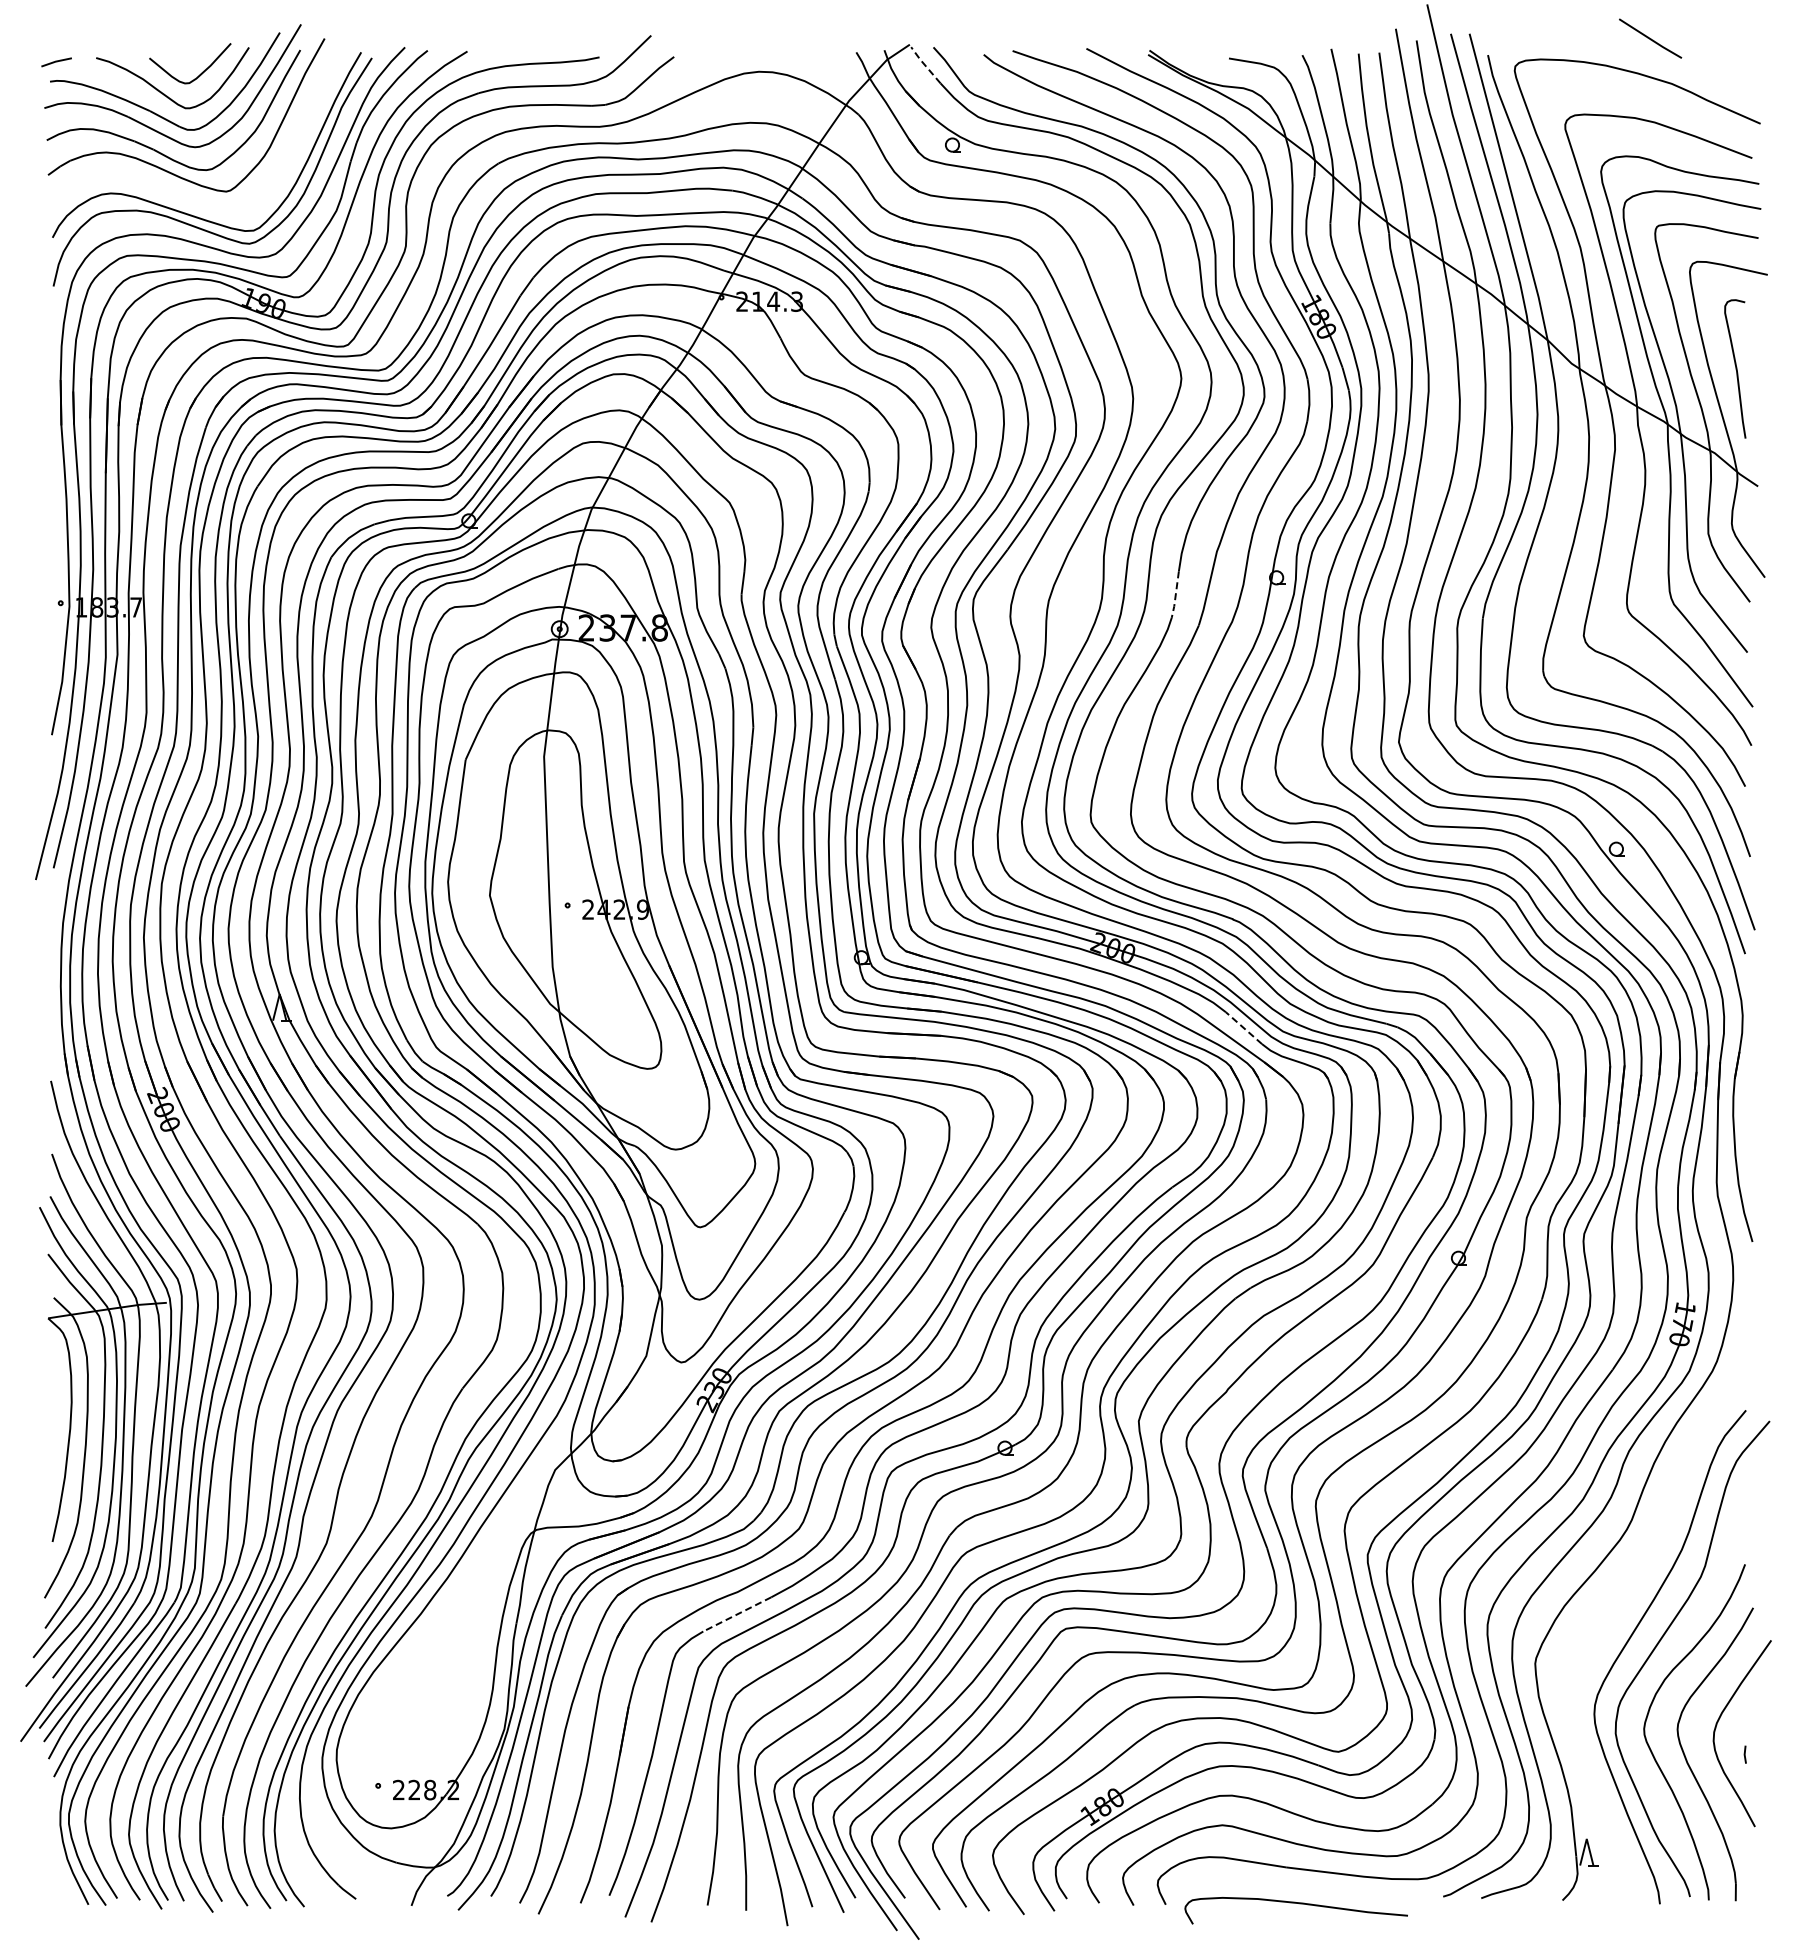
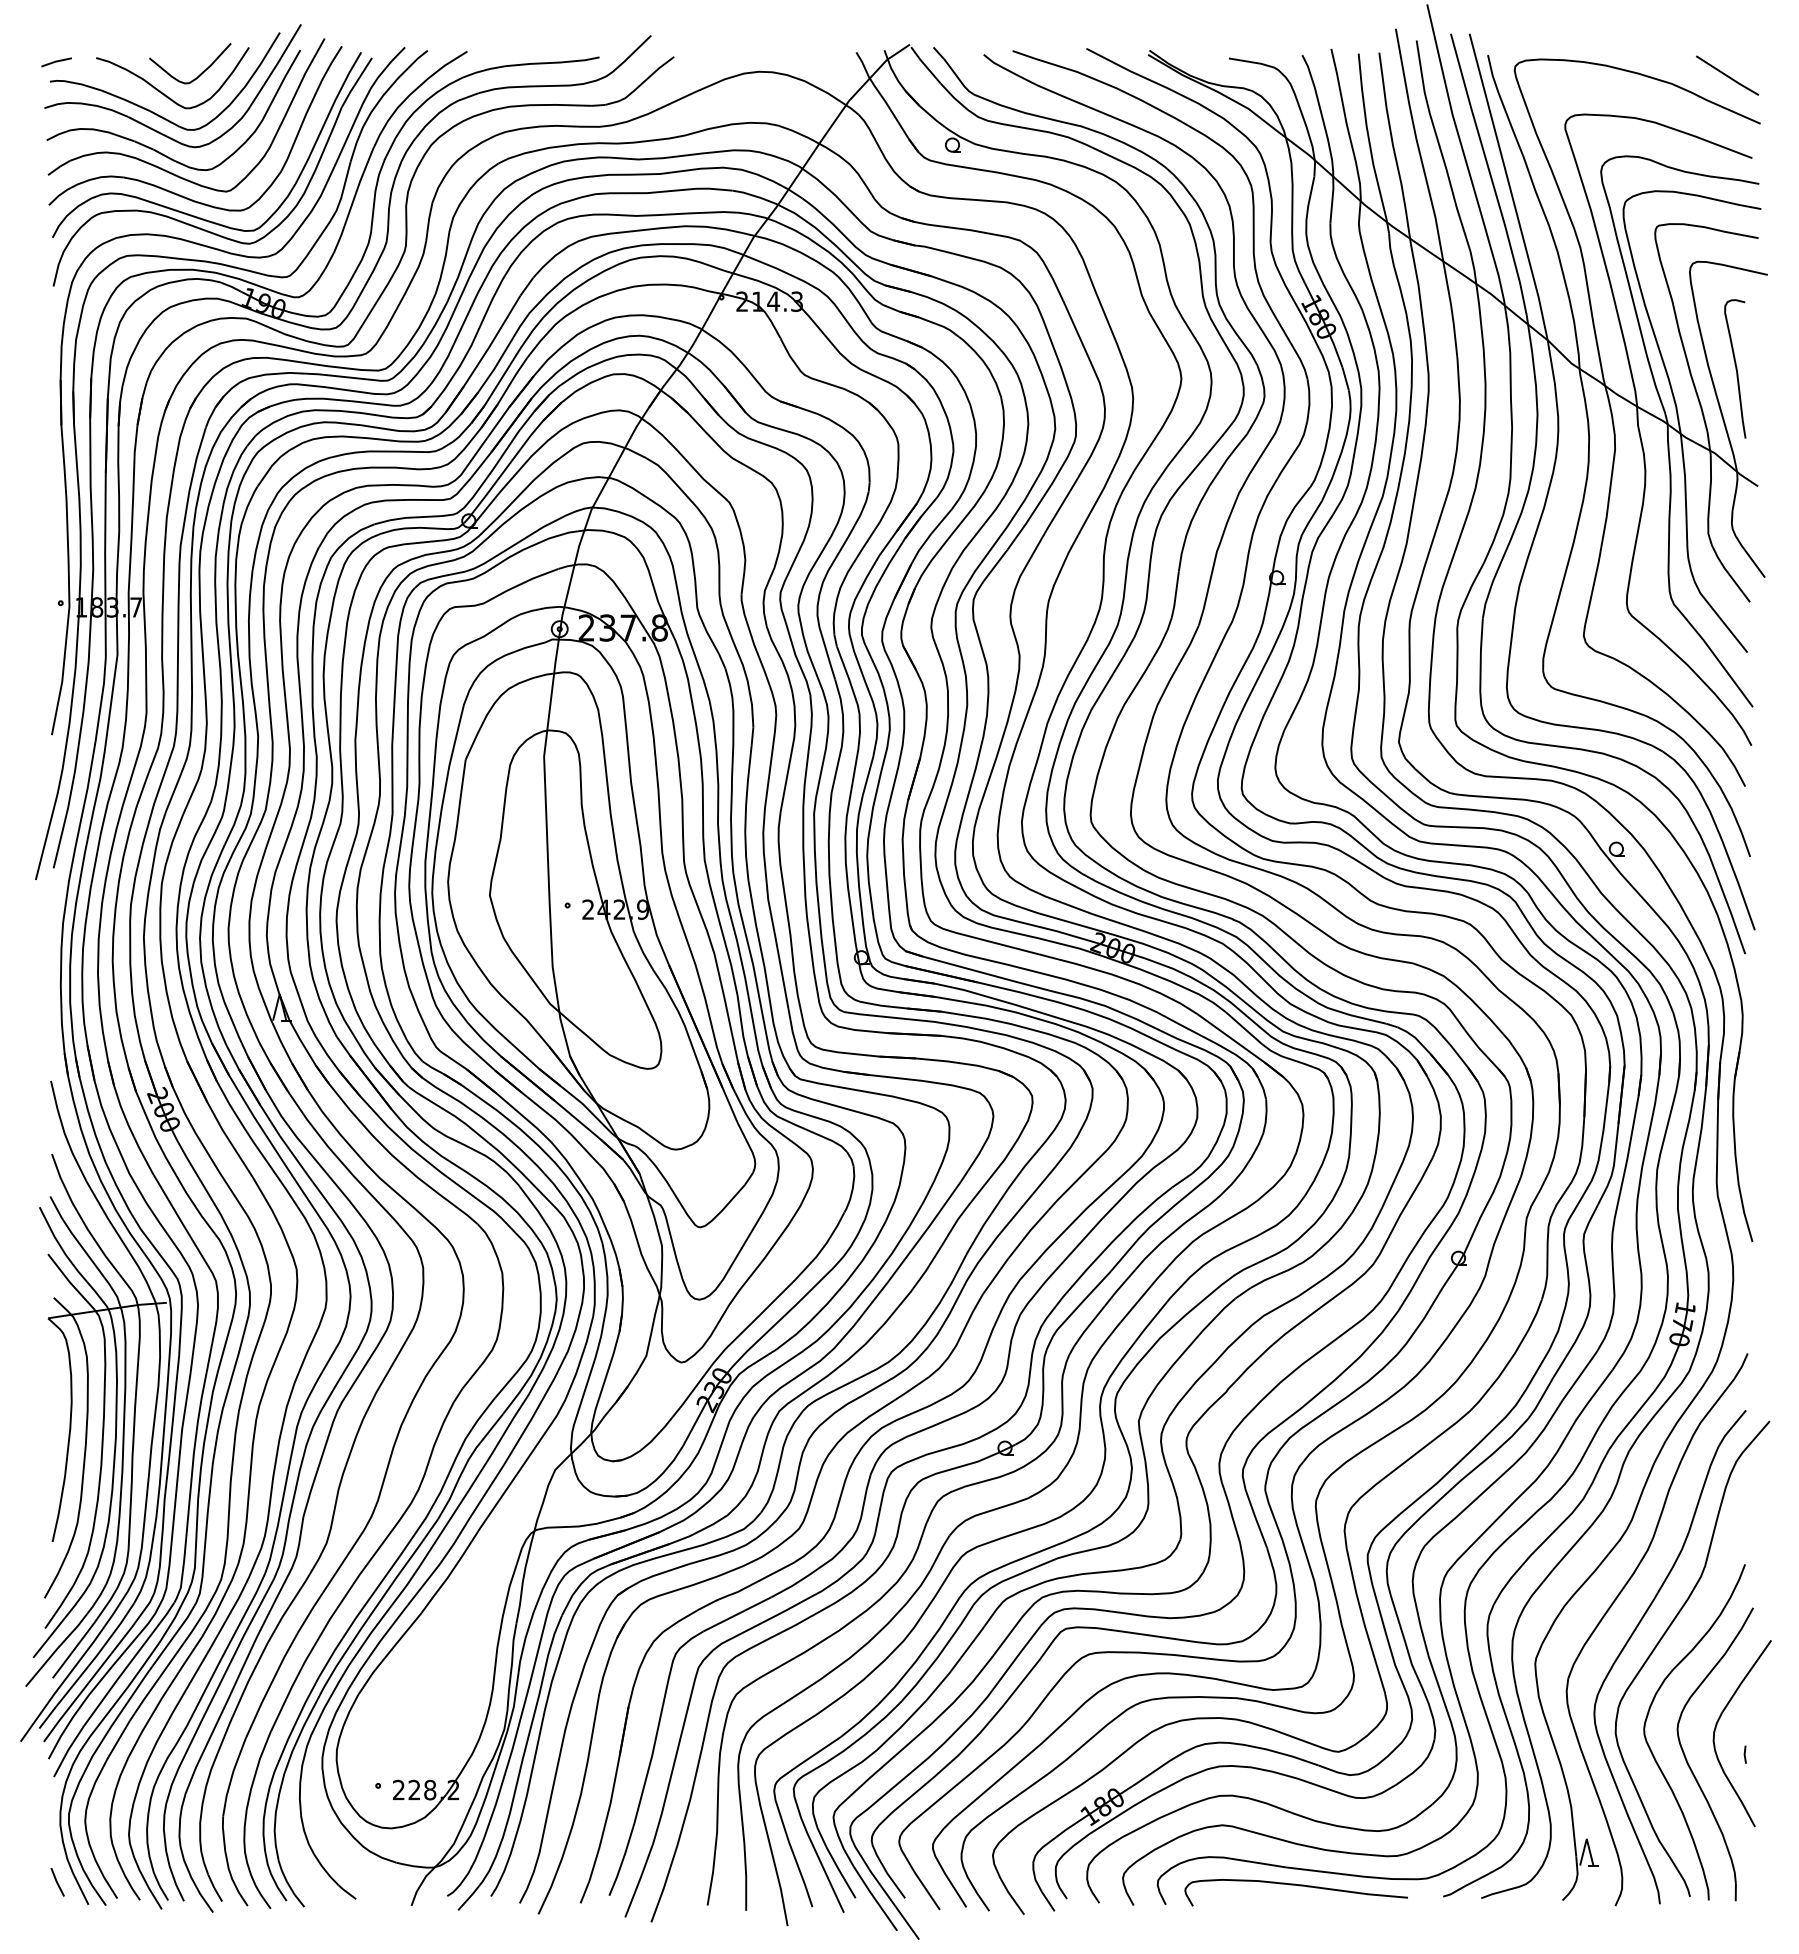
line at (1650, 38) position: (1650, 38) -> (1727, 75)
line at (924, 64): dashed -> solid
part at (172, 191): none -> present
line at (1175, 595): dashed -> solid
line at (1243, 1027): dashed -> solid
part at (1615, 1601): none -> present
line at (736, 1614): dashed -> solid
line at (57, 1882): none -> present
curve at (1295, 1903) position: (1295, 1903) -> (1295, 1885)
